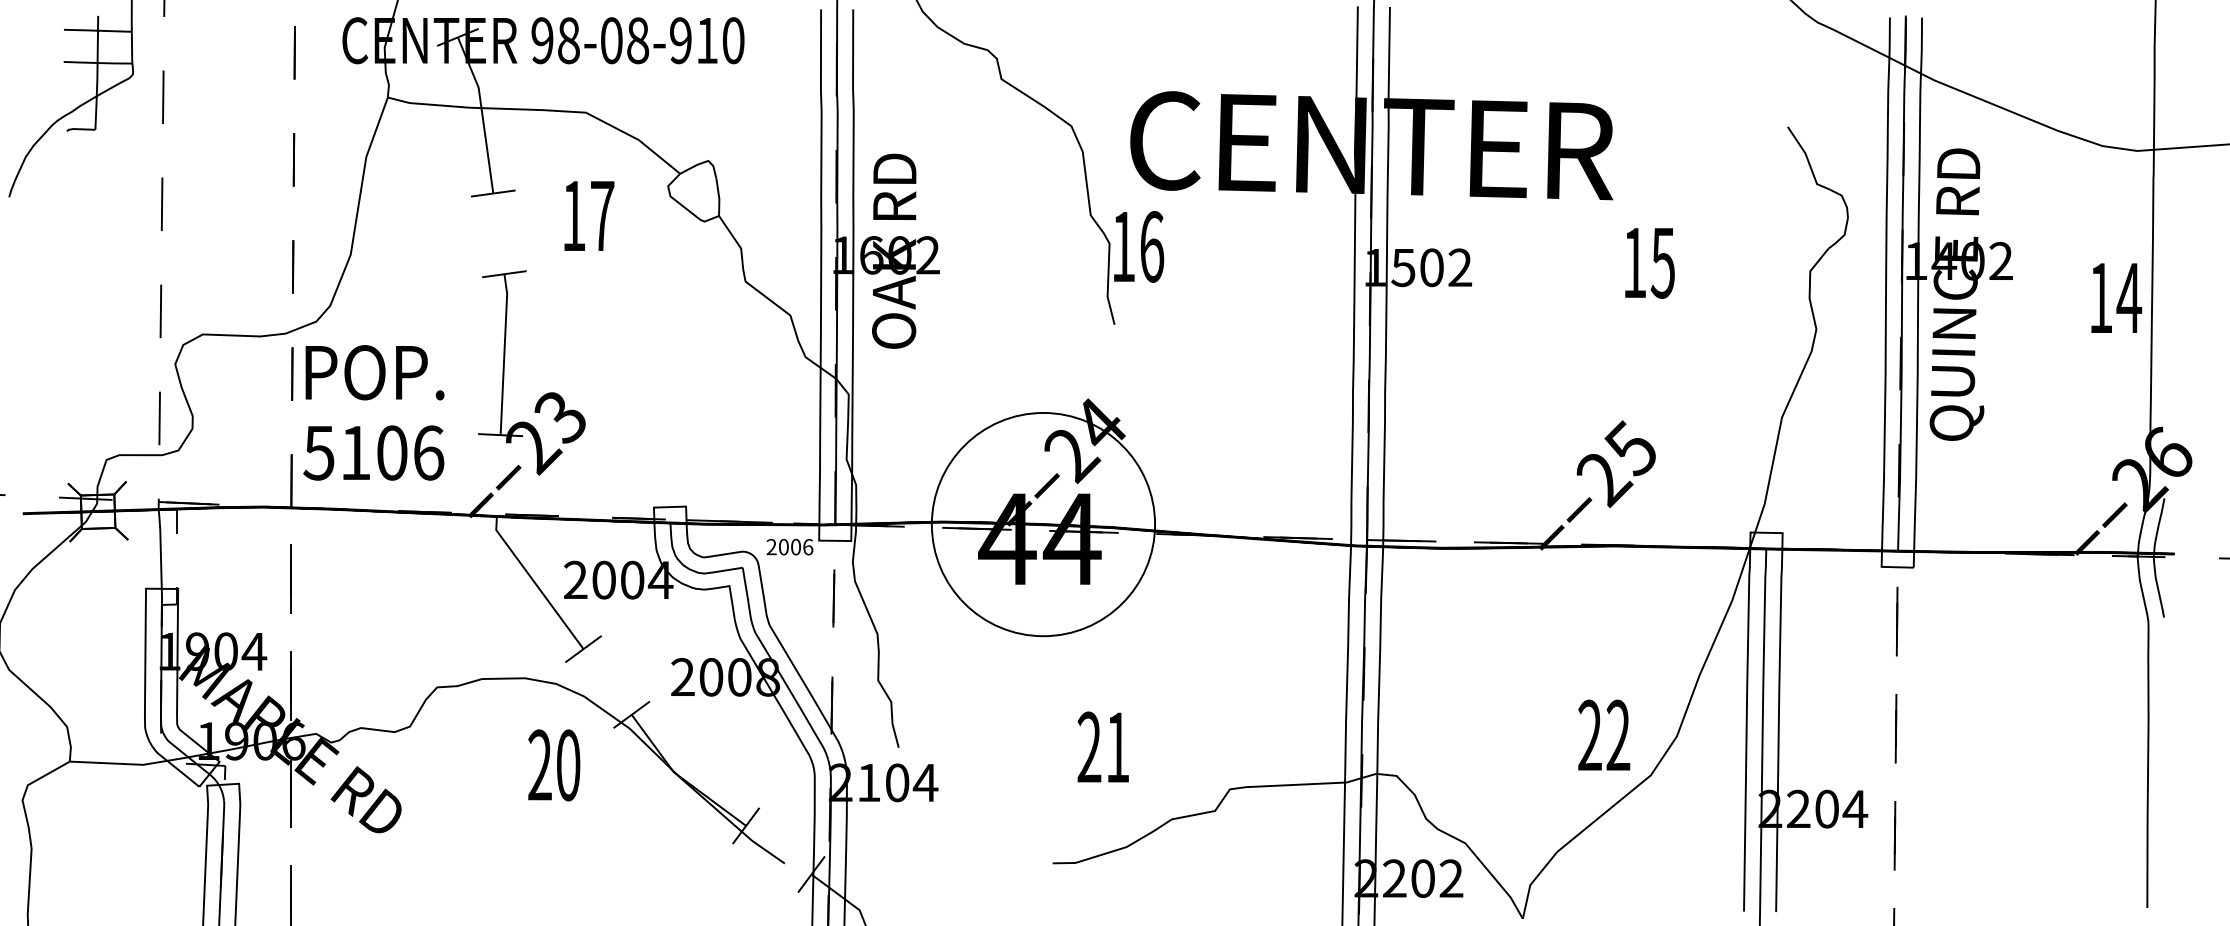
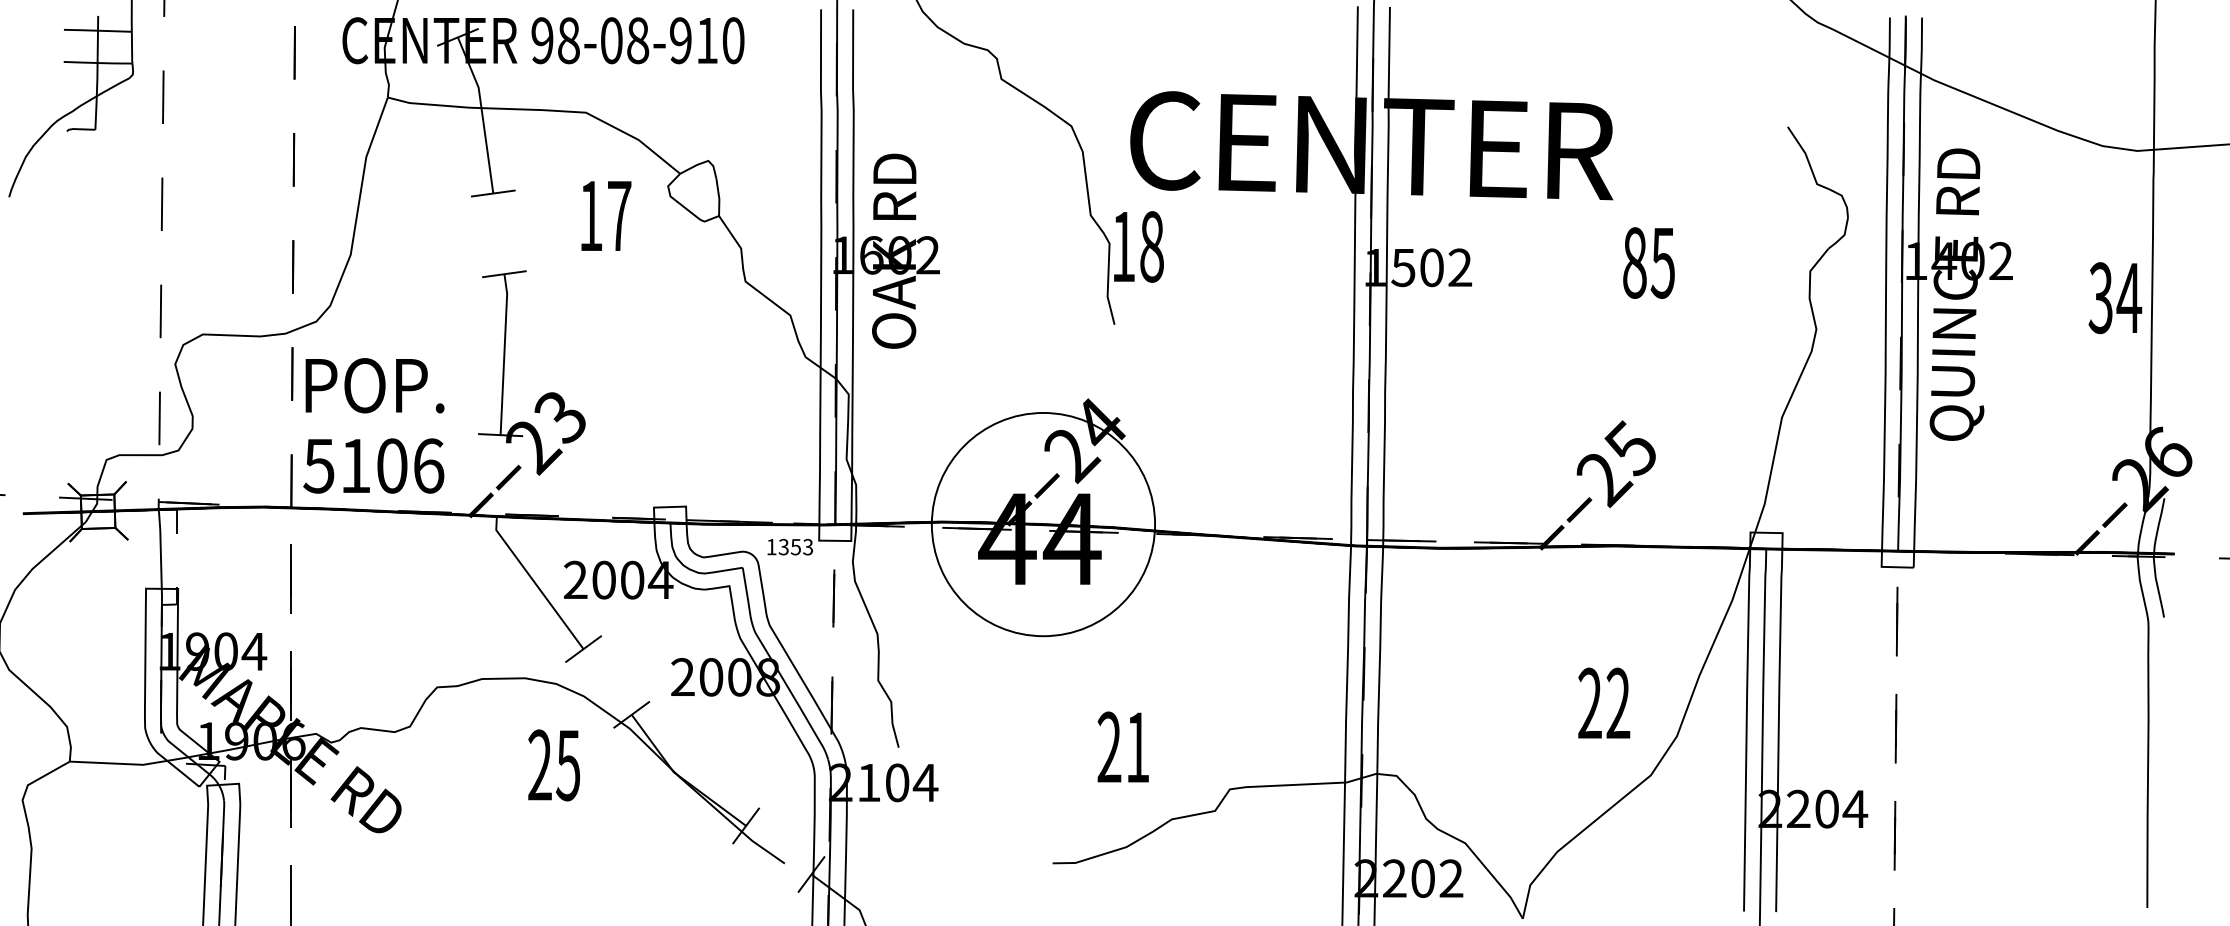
text at (589, 215) position: (589, 215) -> (606, 215)
text at (1152, 246): 16 -> 18
text at (1634, 262): 15 -> 85
text at (2100, 298): 14 -> 34
text at (373, 412) position: (373, 412) -> (373, 425)
text at (789, 546): 2006 -> 1353
text at (1604, 734) position: (1604, 734) -> (1604, 702)
text at (1102, 746) position: (1102, 746) -> (1122, 746)
text at (568, 765): 20 -> 25
